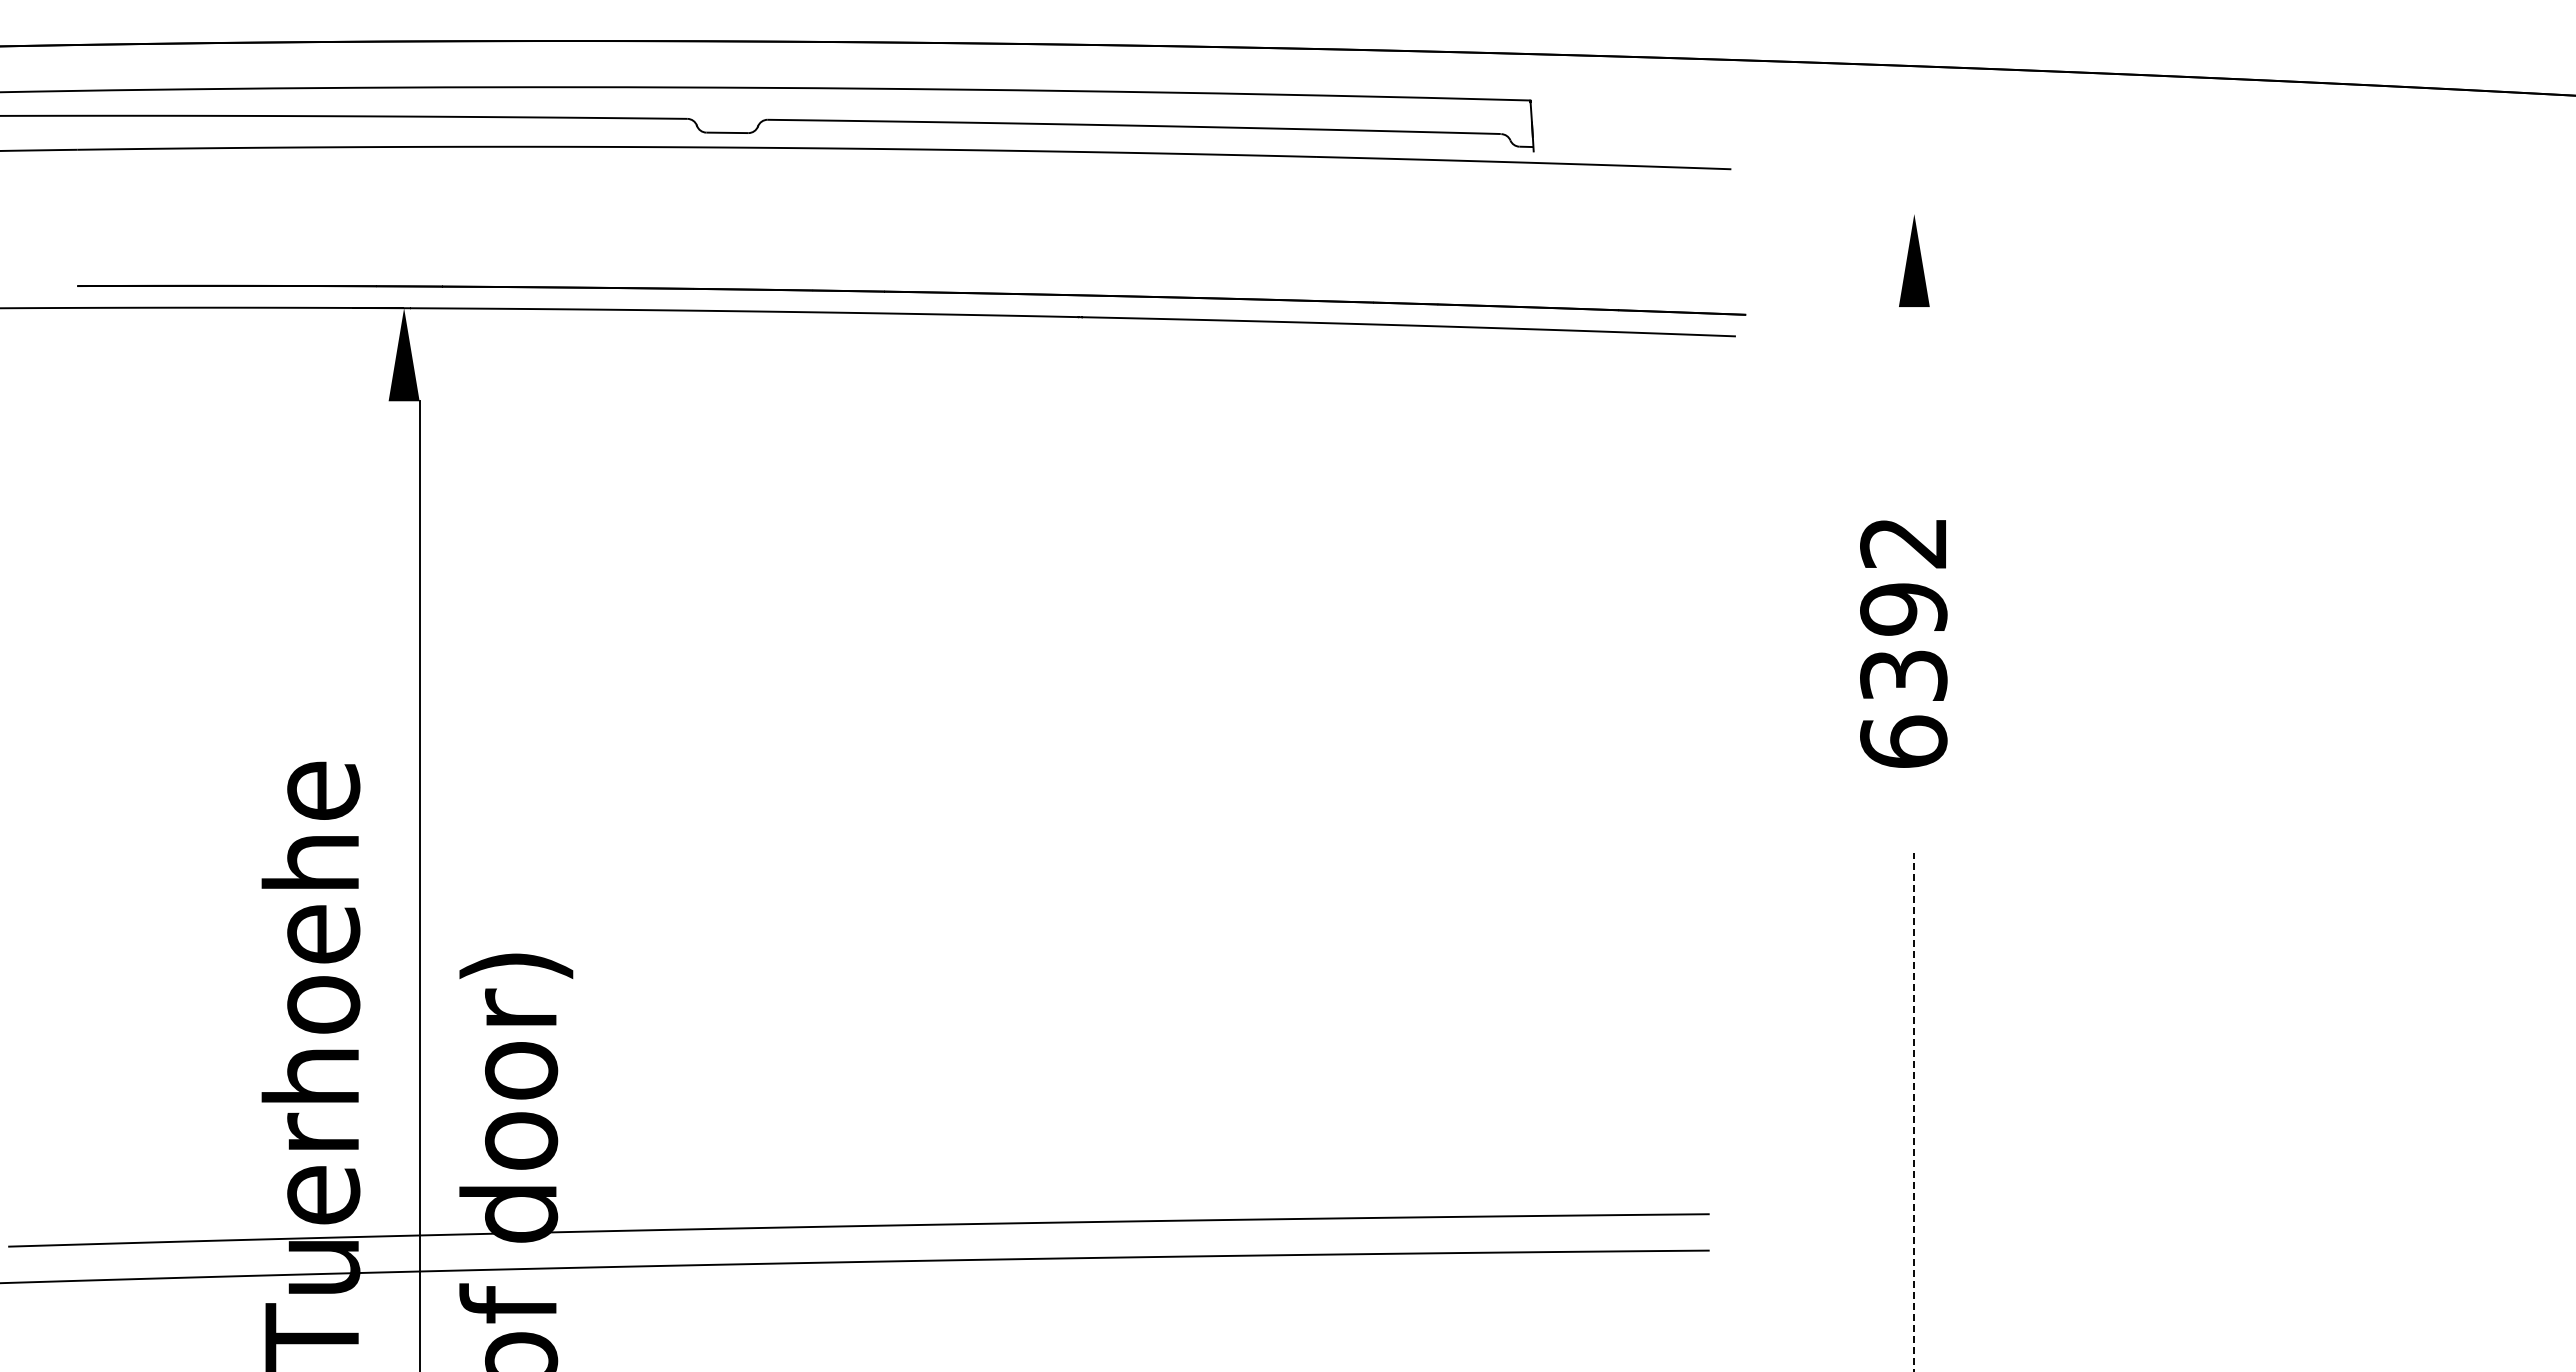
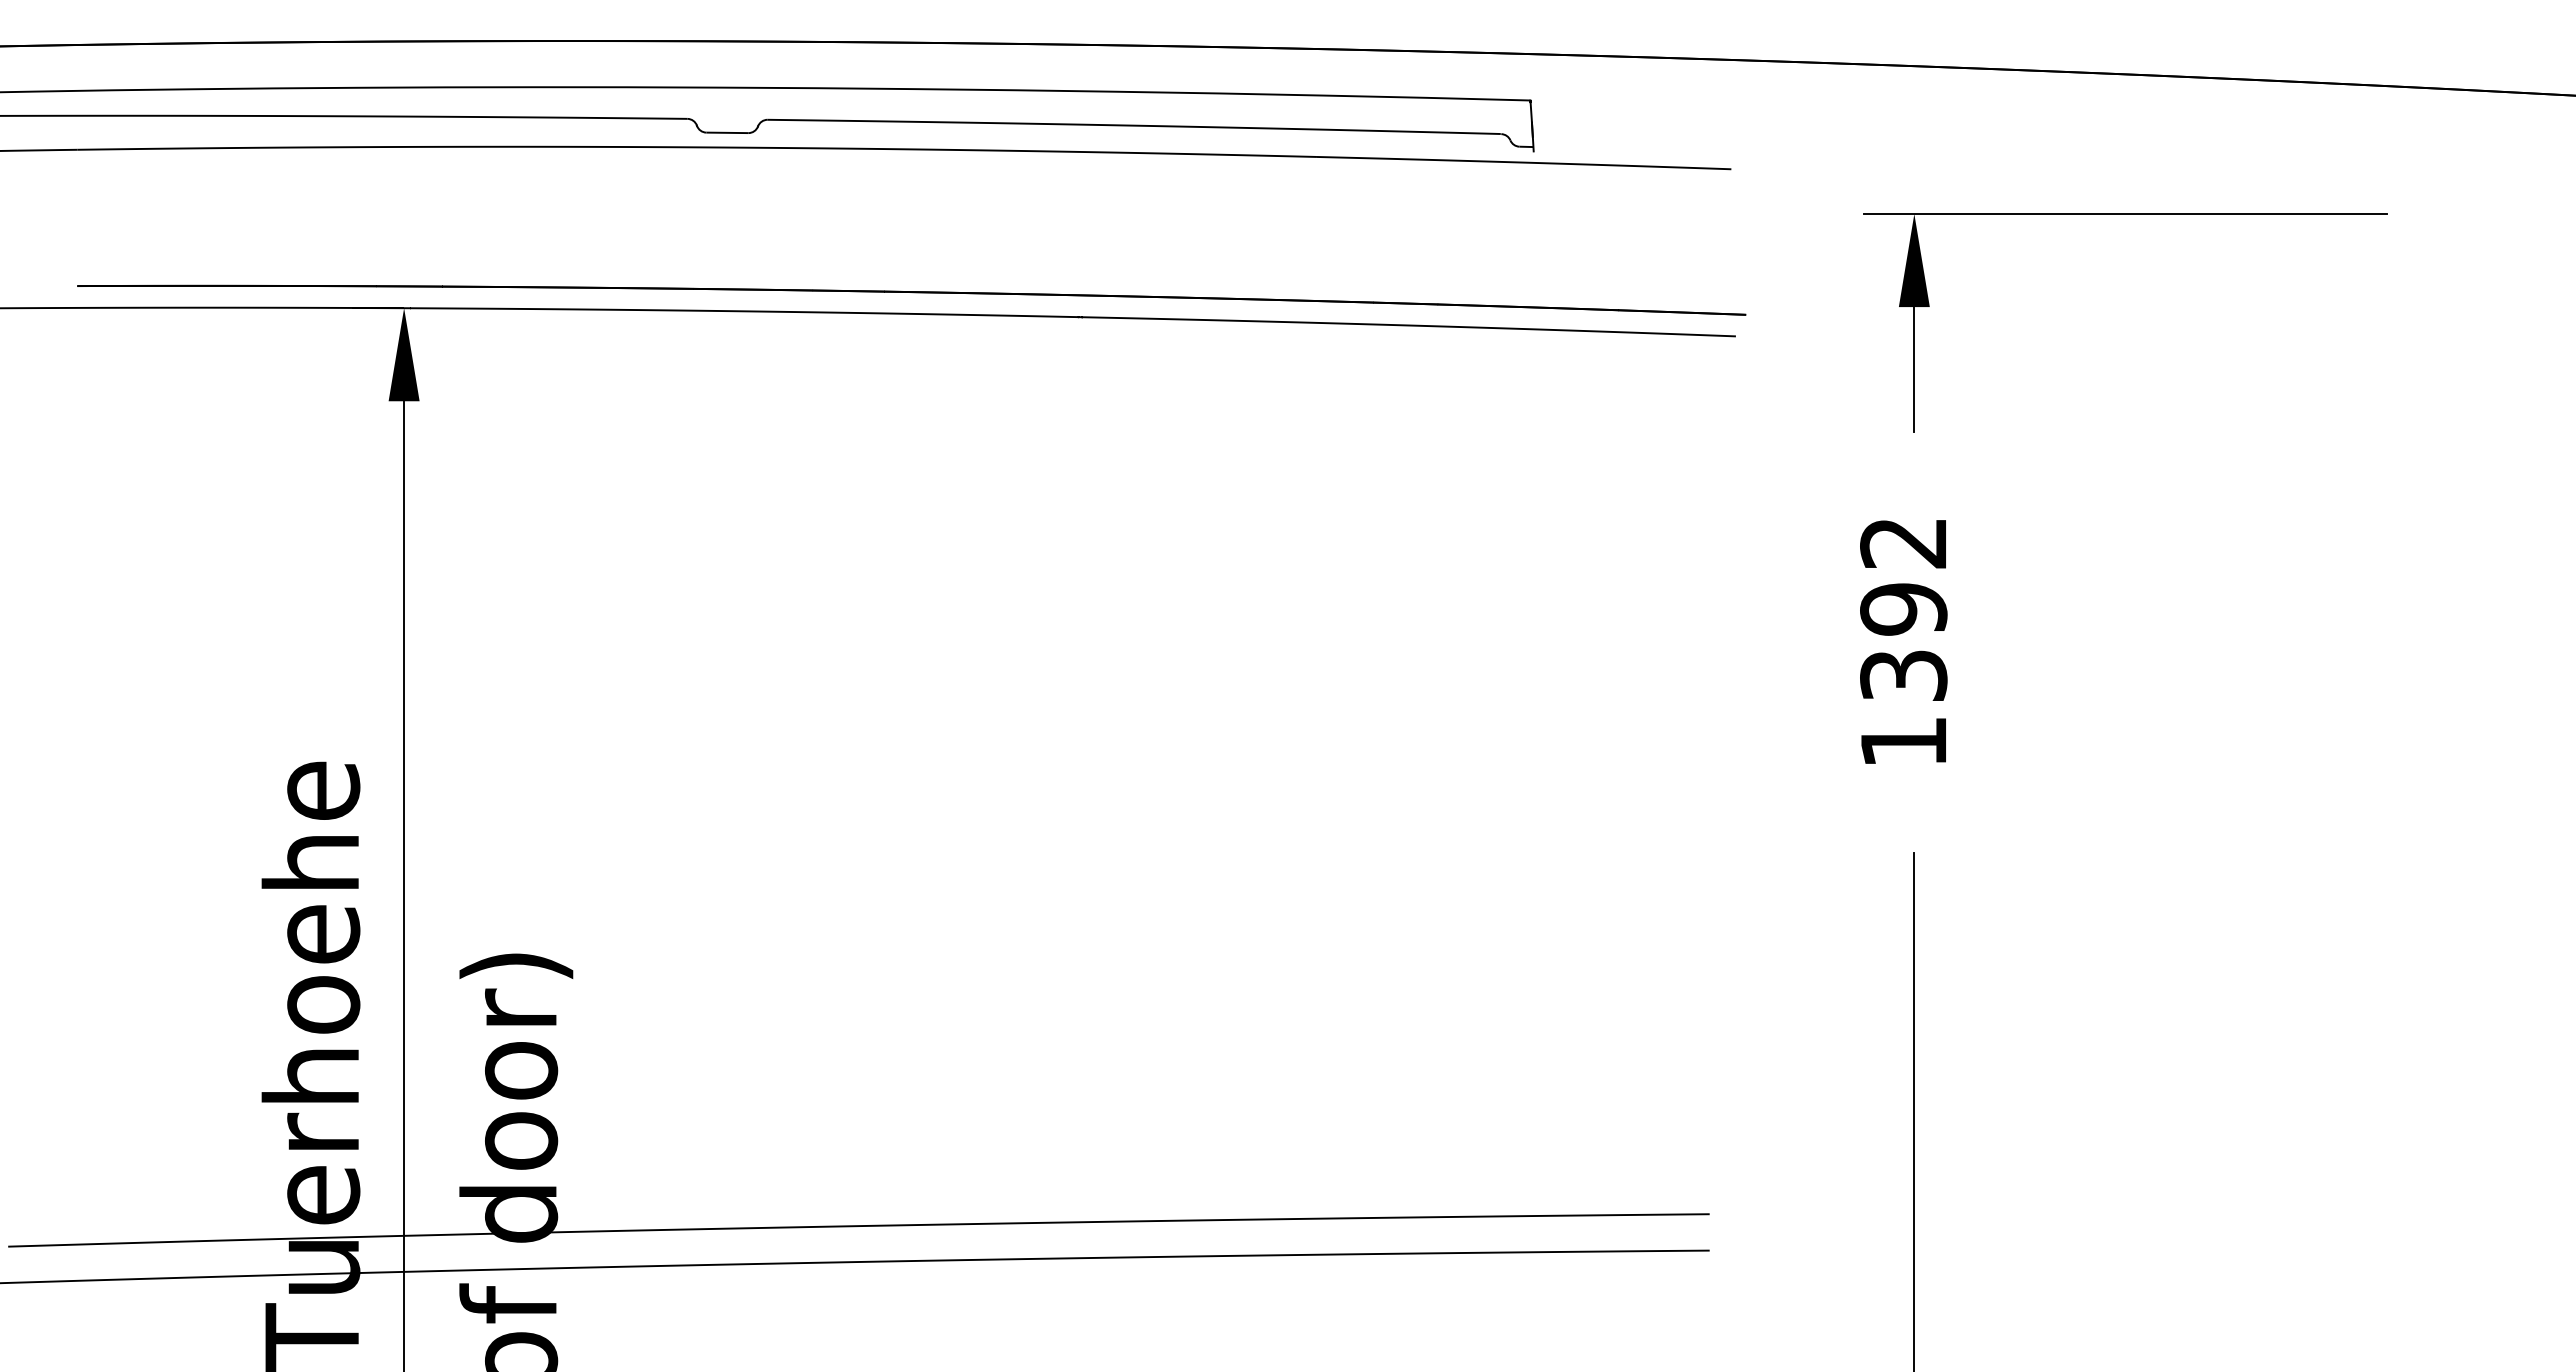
line at (2125, 214): none -> present
line at (1914, 369): none -> present
text at (1903, 741): 6392 -> 1392
line at (420, 884) position: (420, 884) -> (404, 884)
line at (1914, 1112): dashed -> solid
